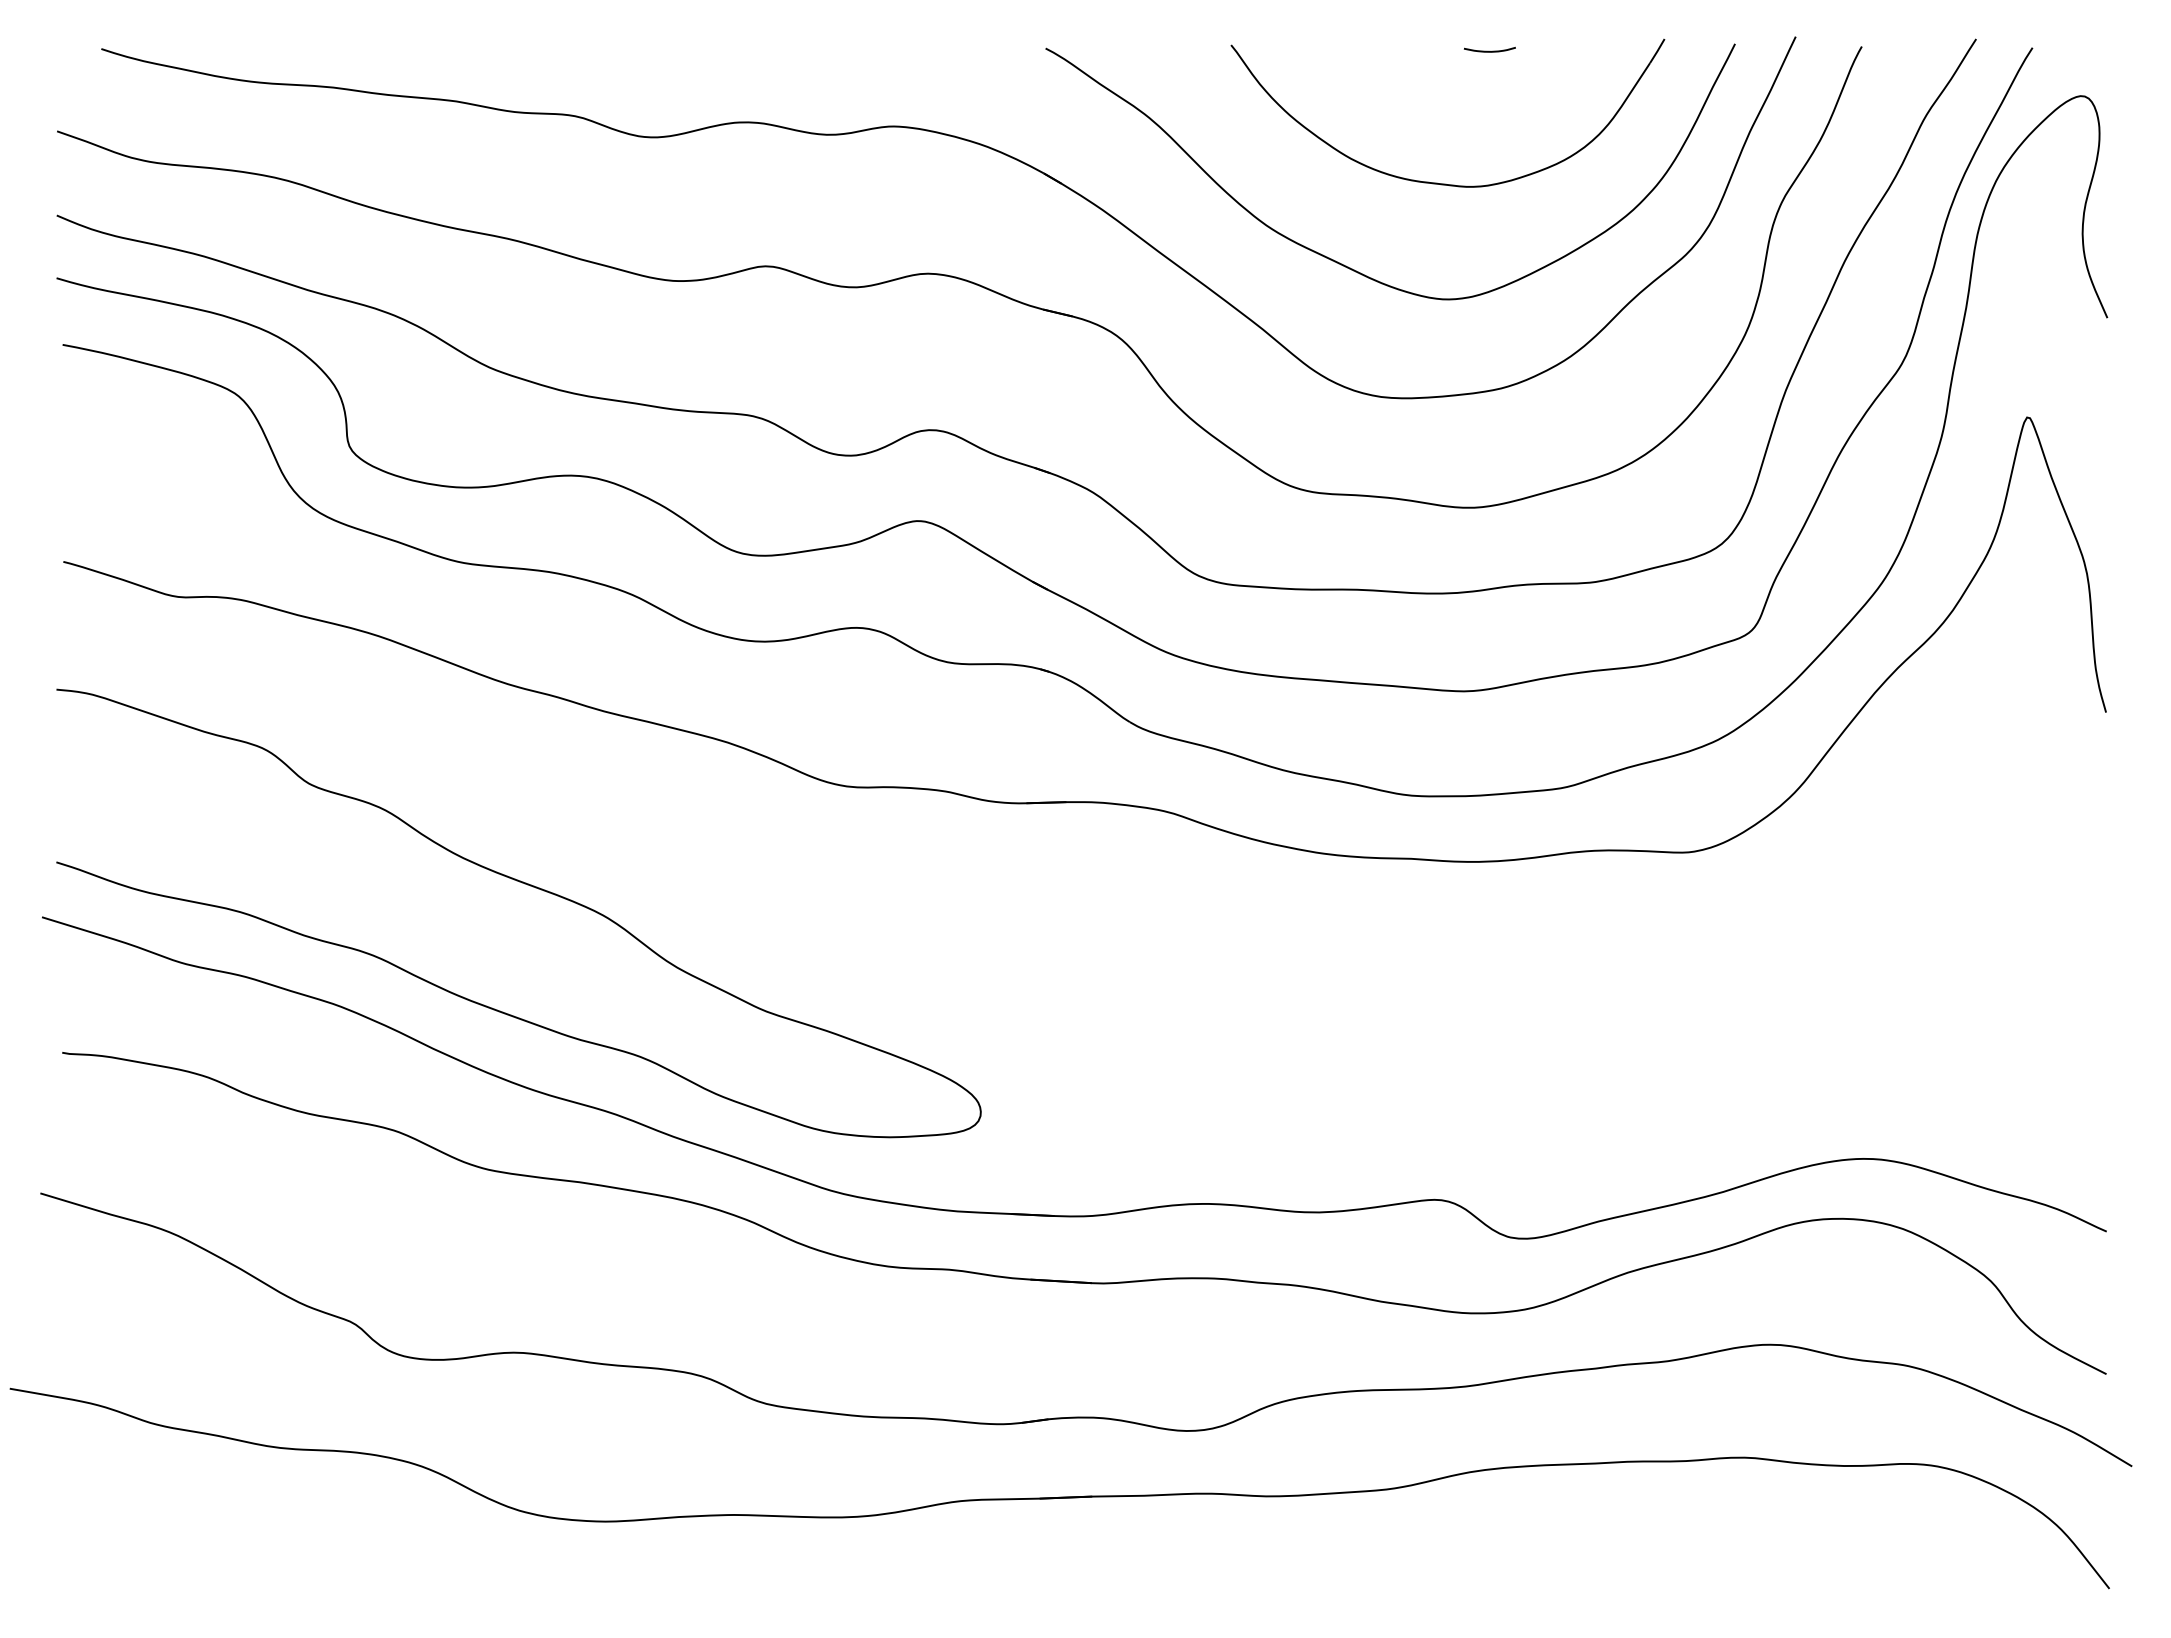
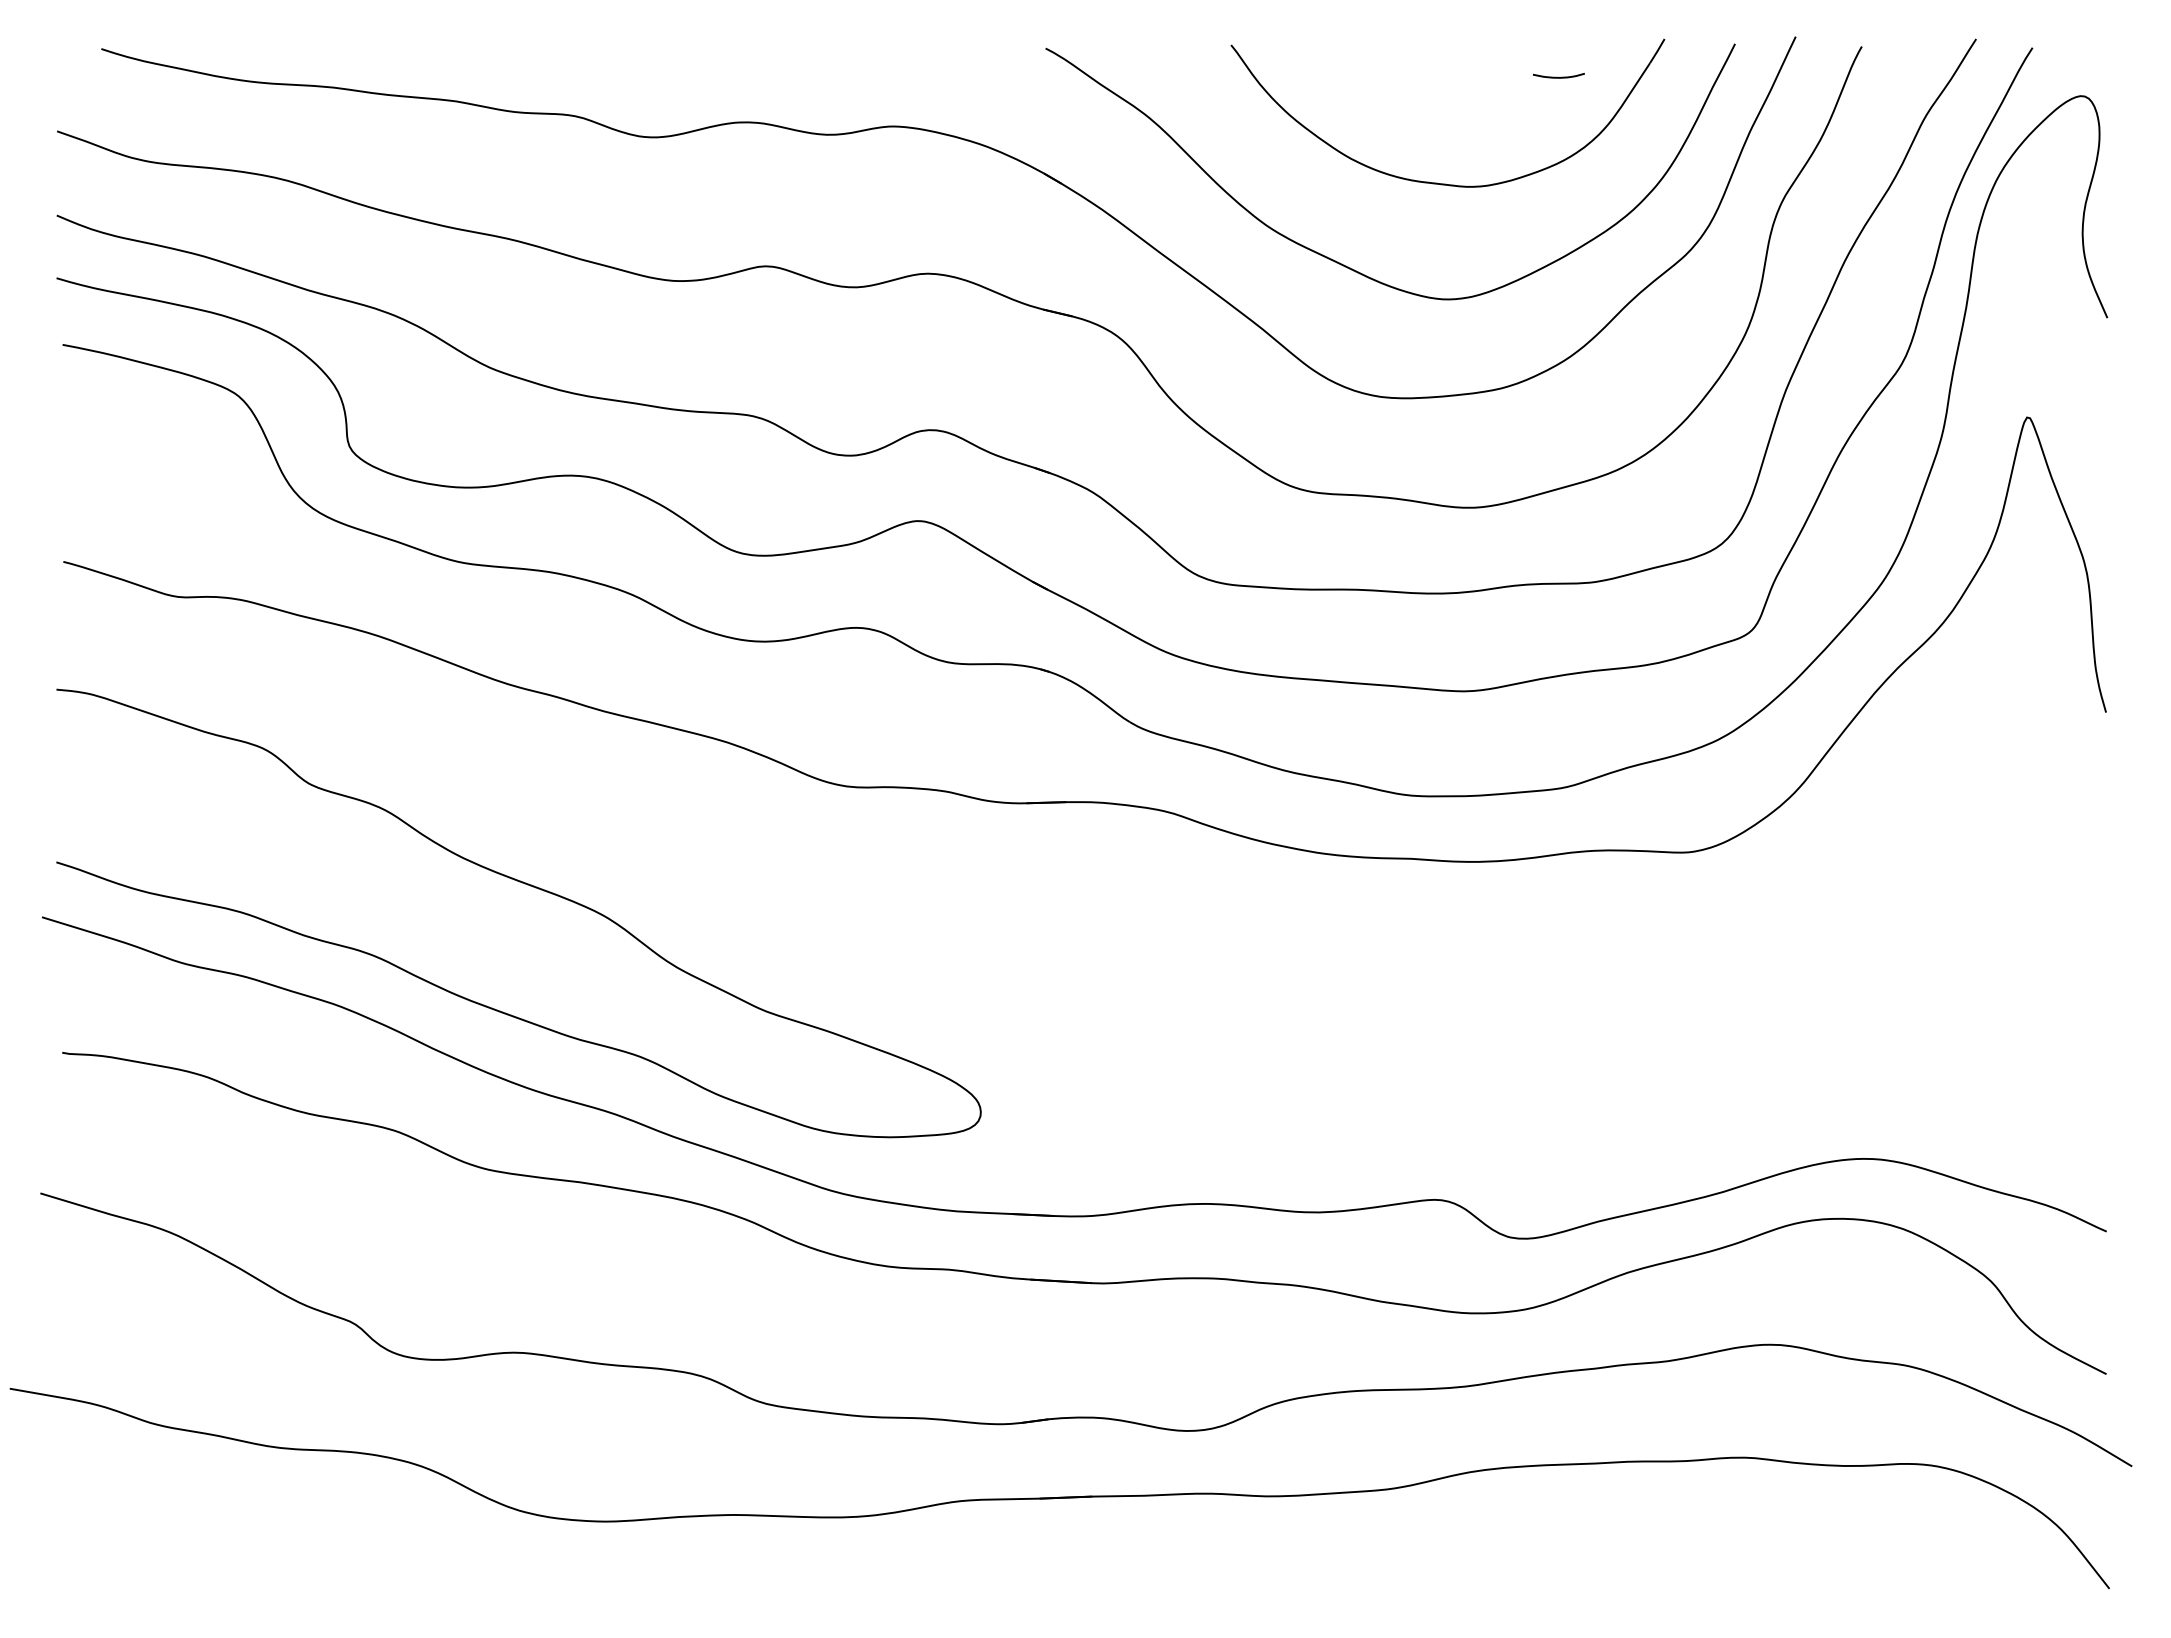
curve at (1489, 50) position: (1489, 50) -> (1558, 76)
